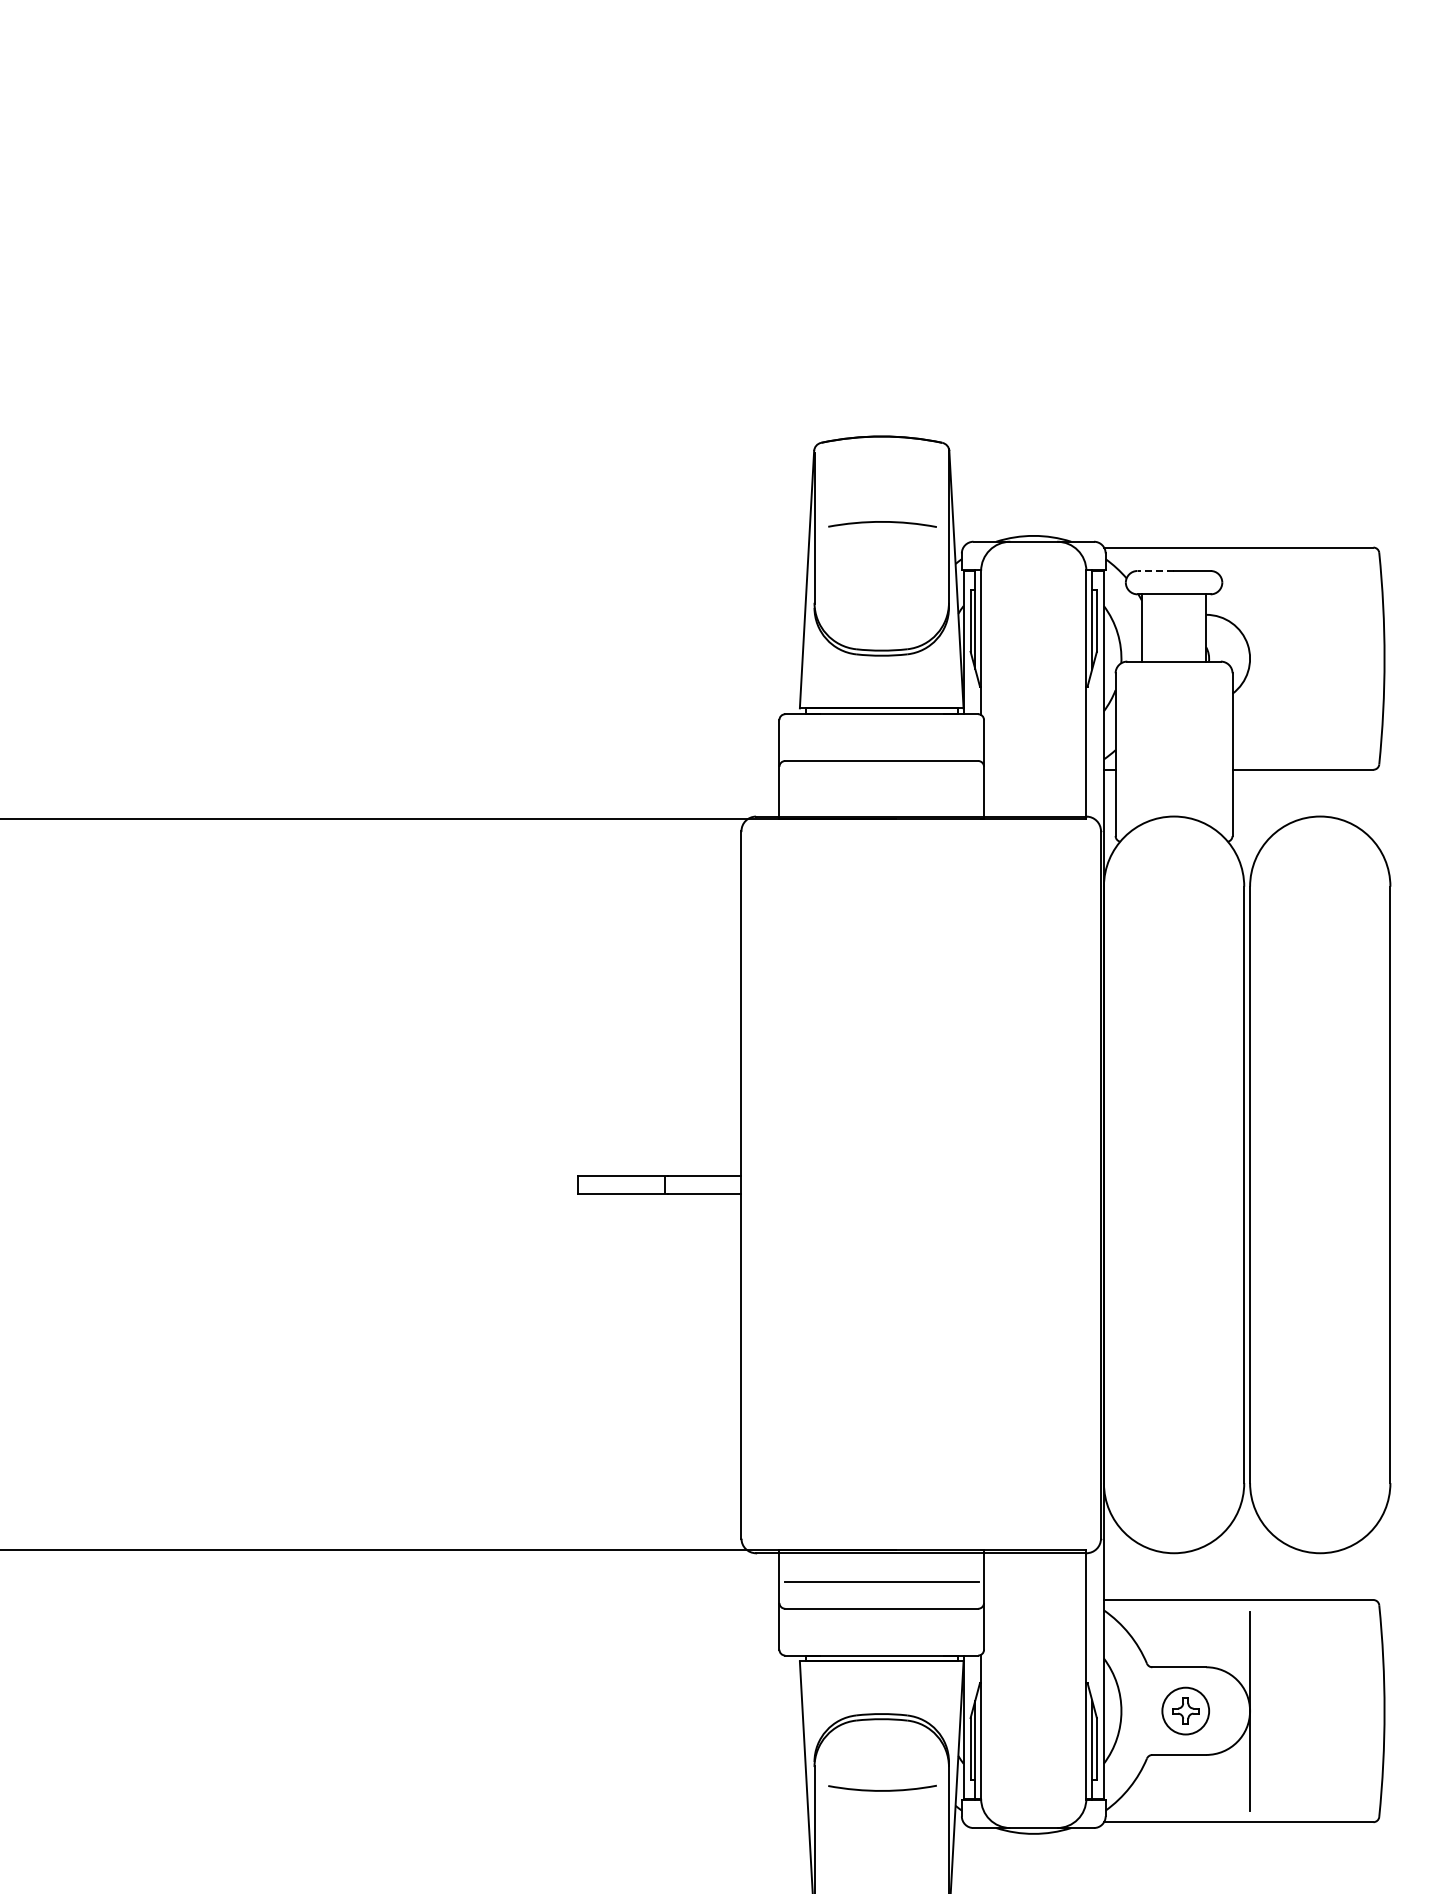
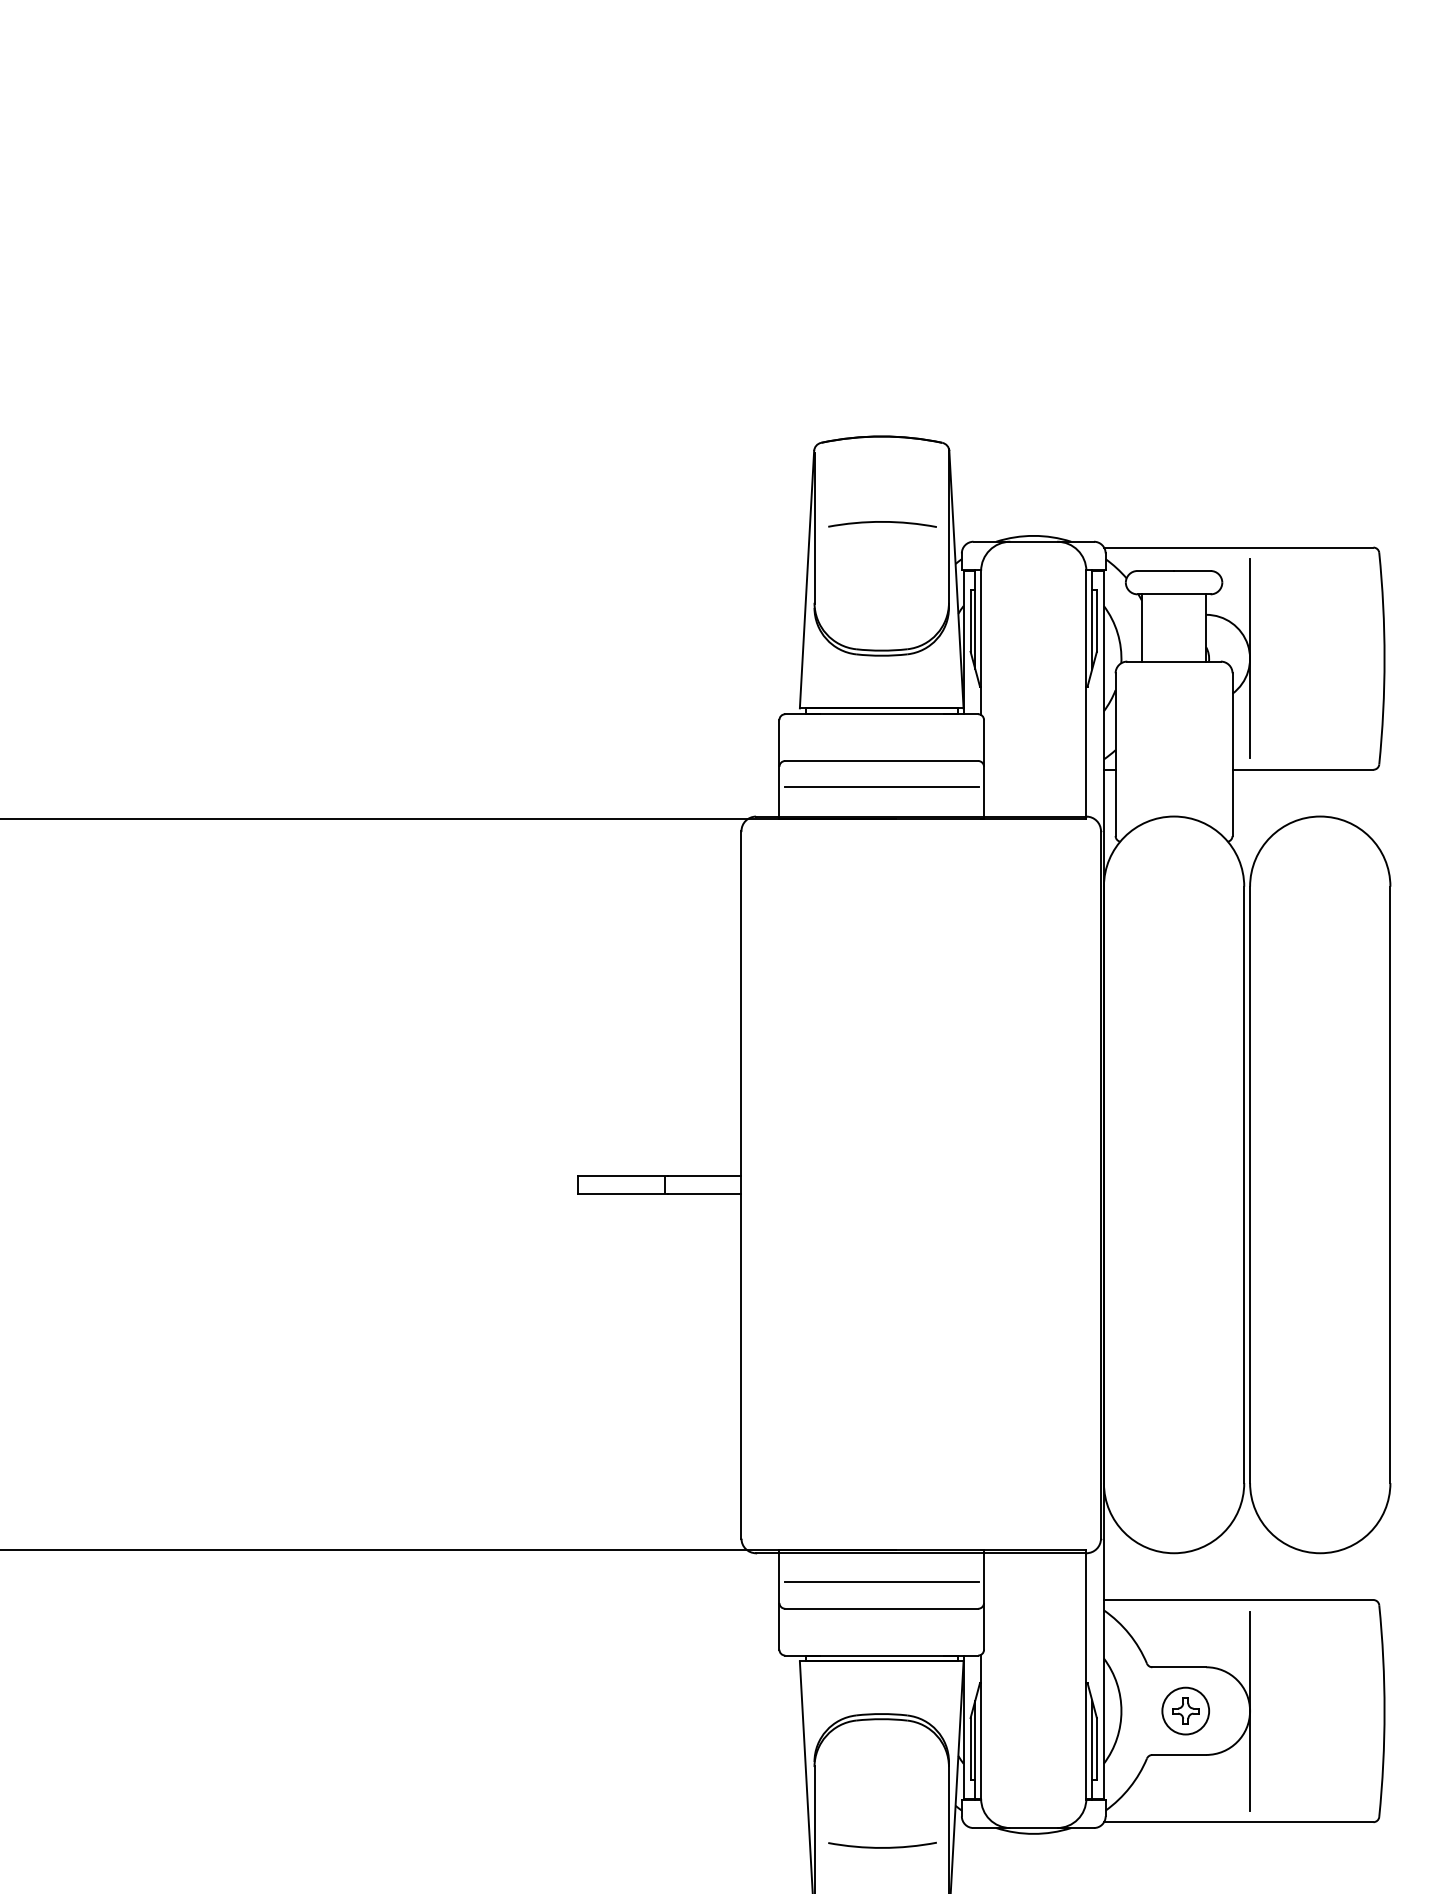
line at (1155, 570): dashed -> solid
line at (1250, 658): none -> present
line at (881, 787): none -> present
arc at (882, 1790) position: (882, 1790) -> (882, 1847)
